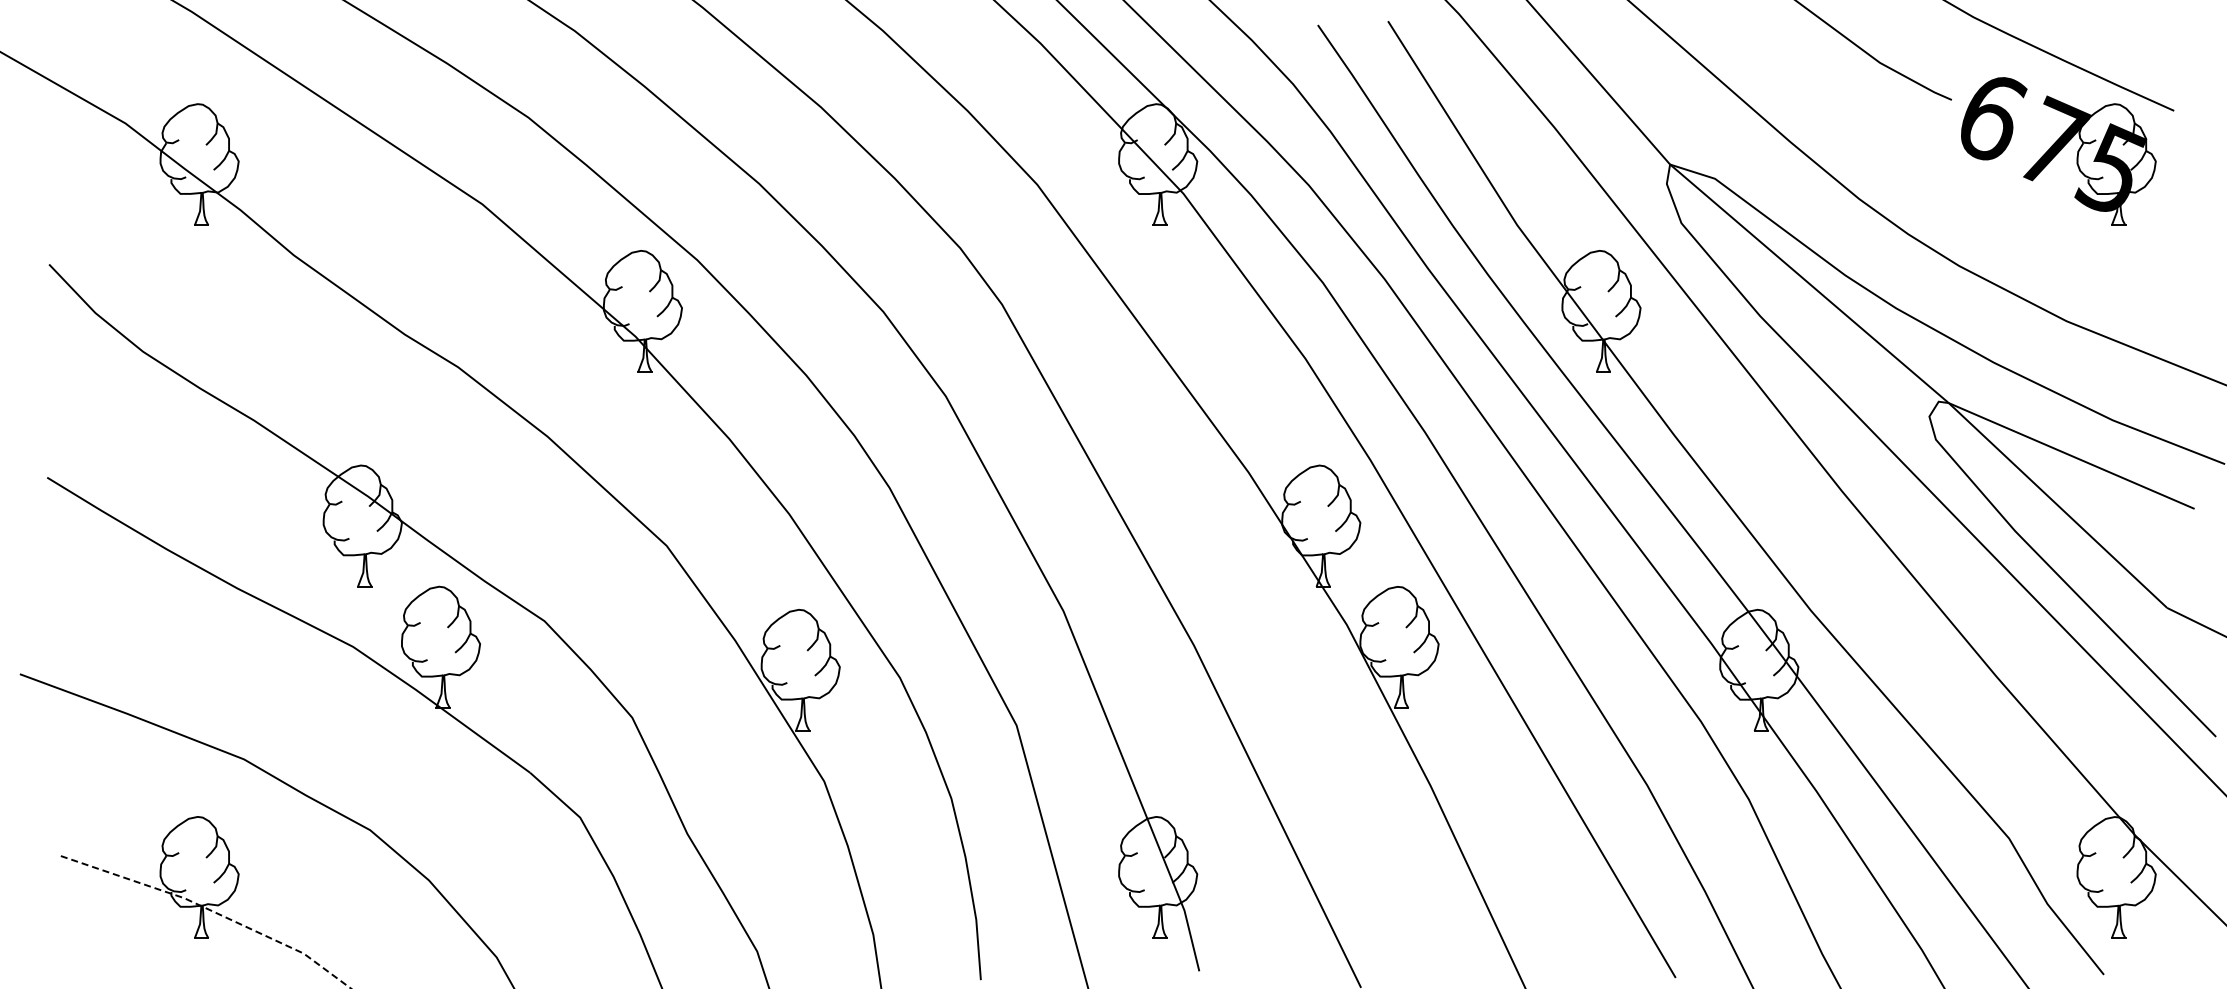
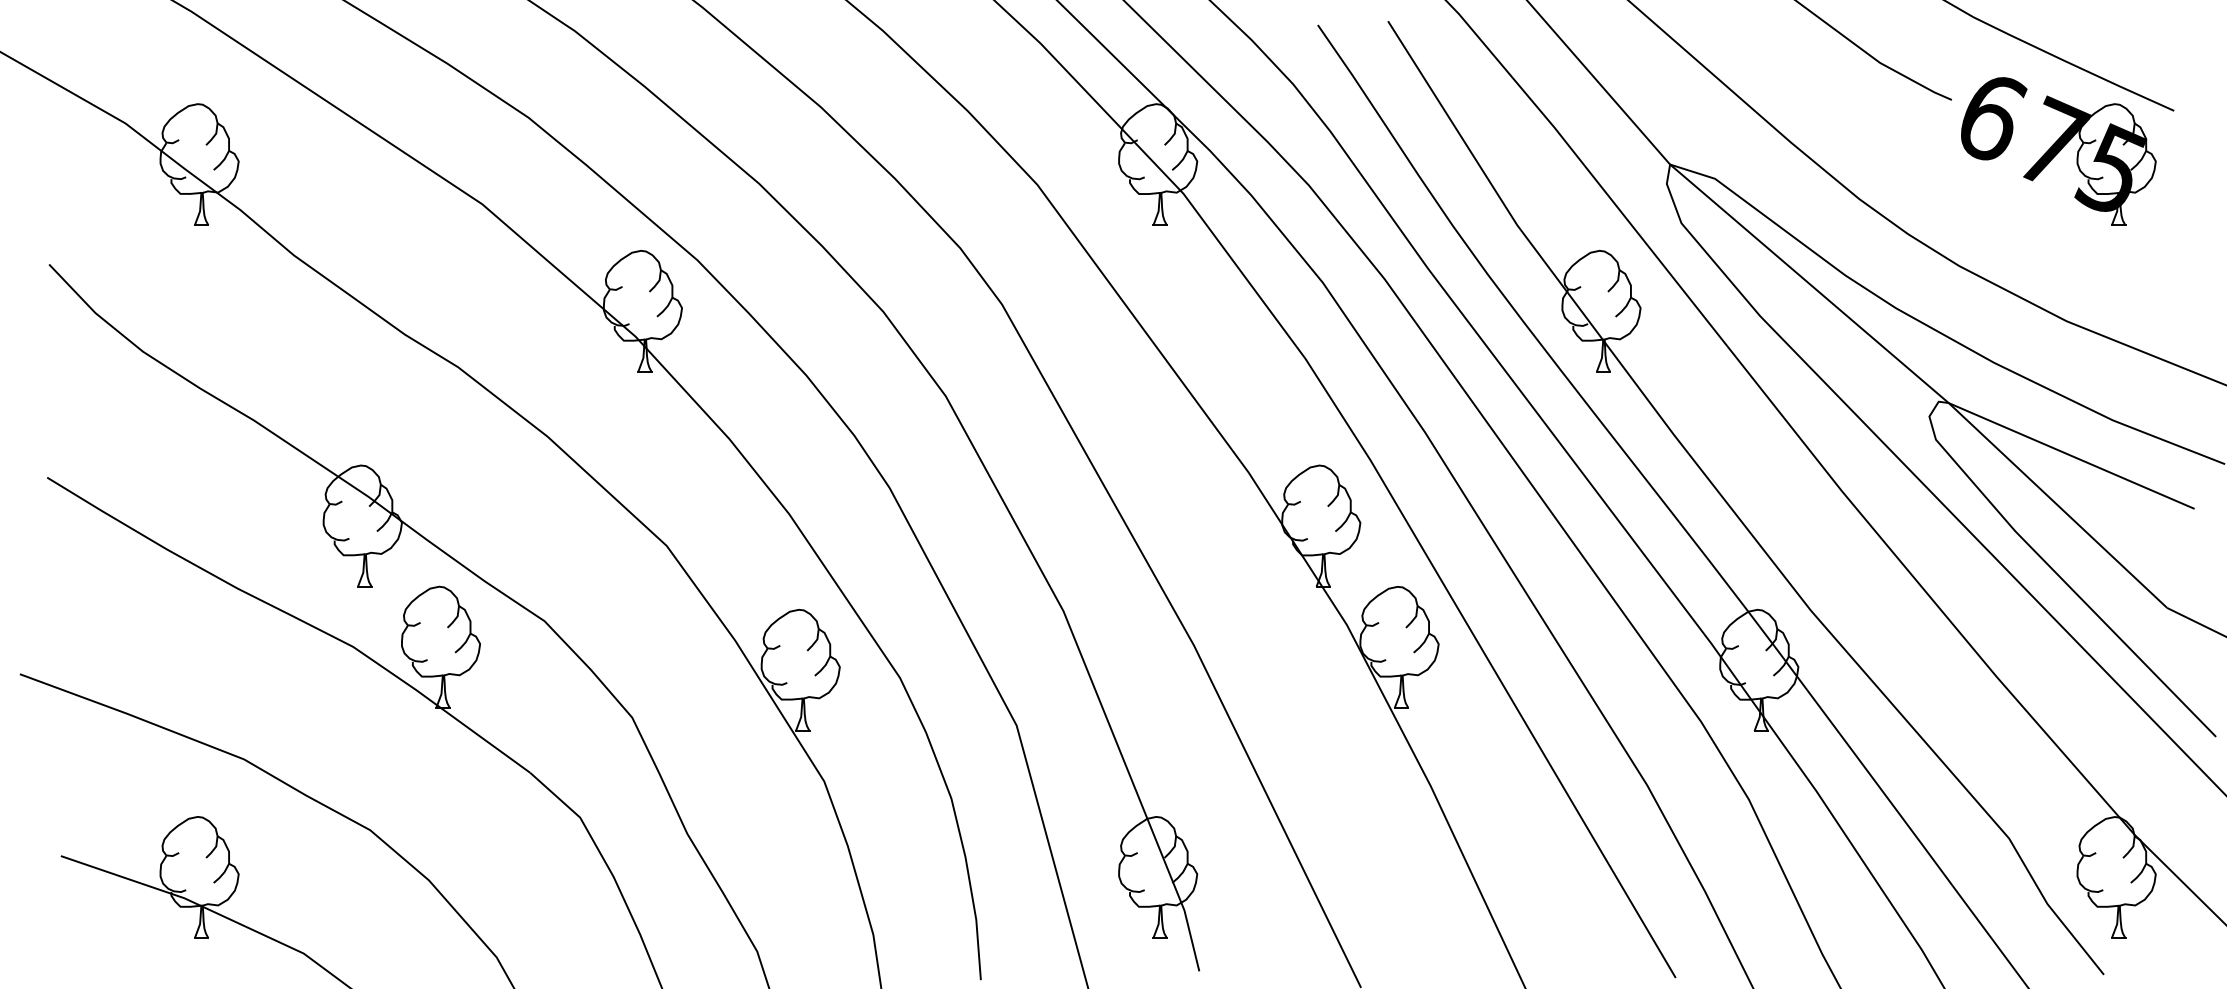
line at (211, 910): dashed -> solid
